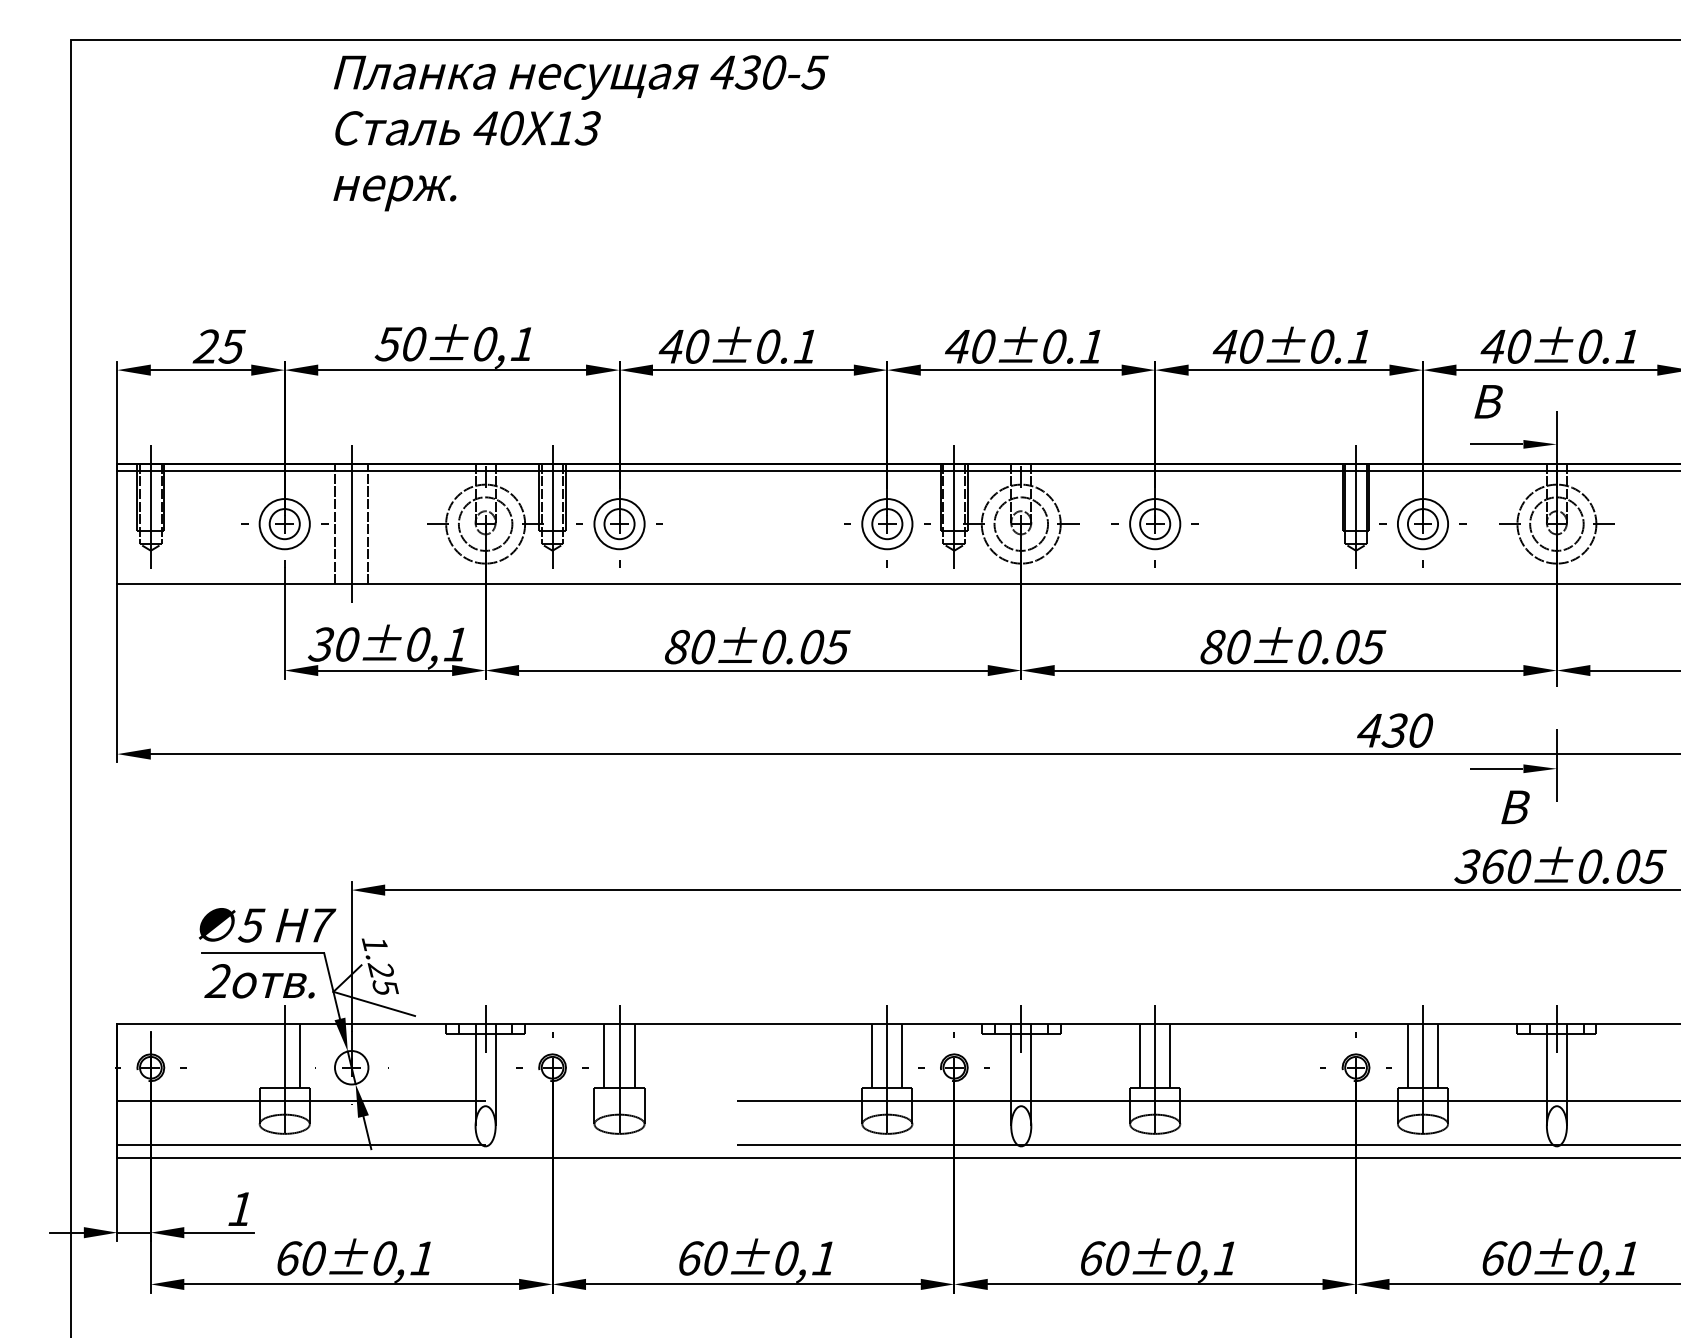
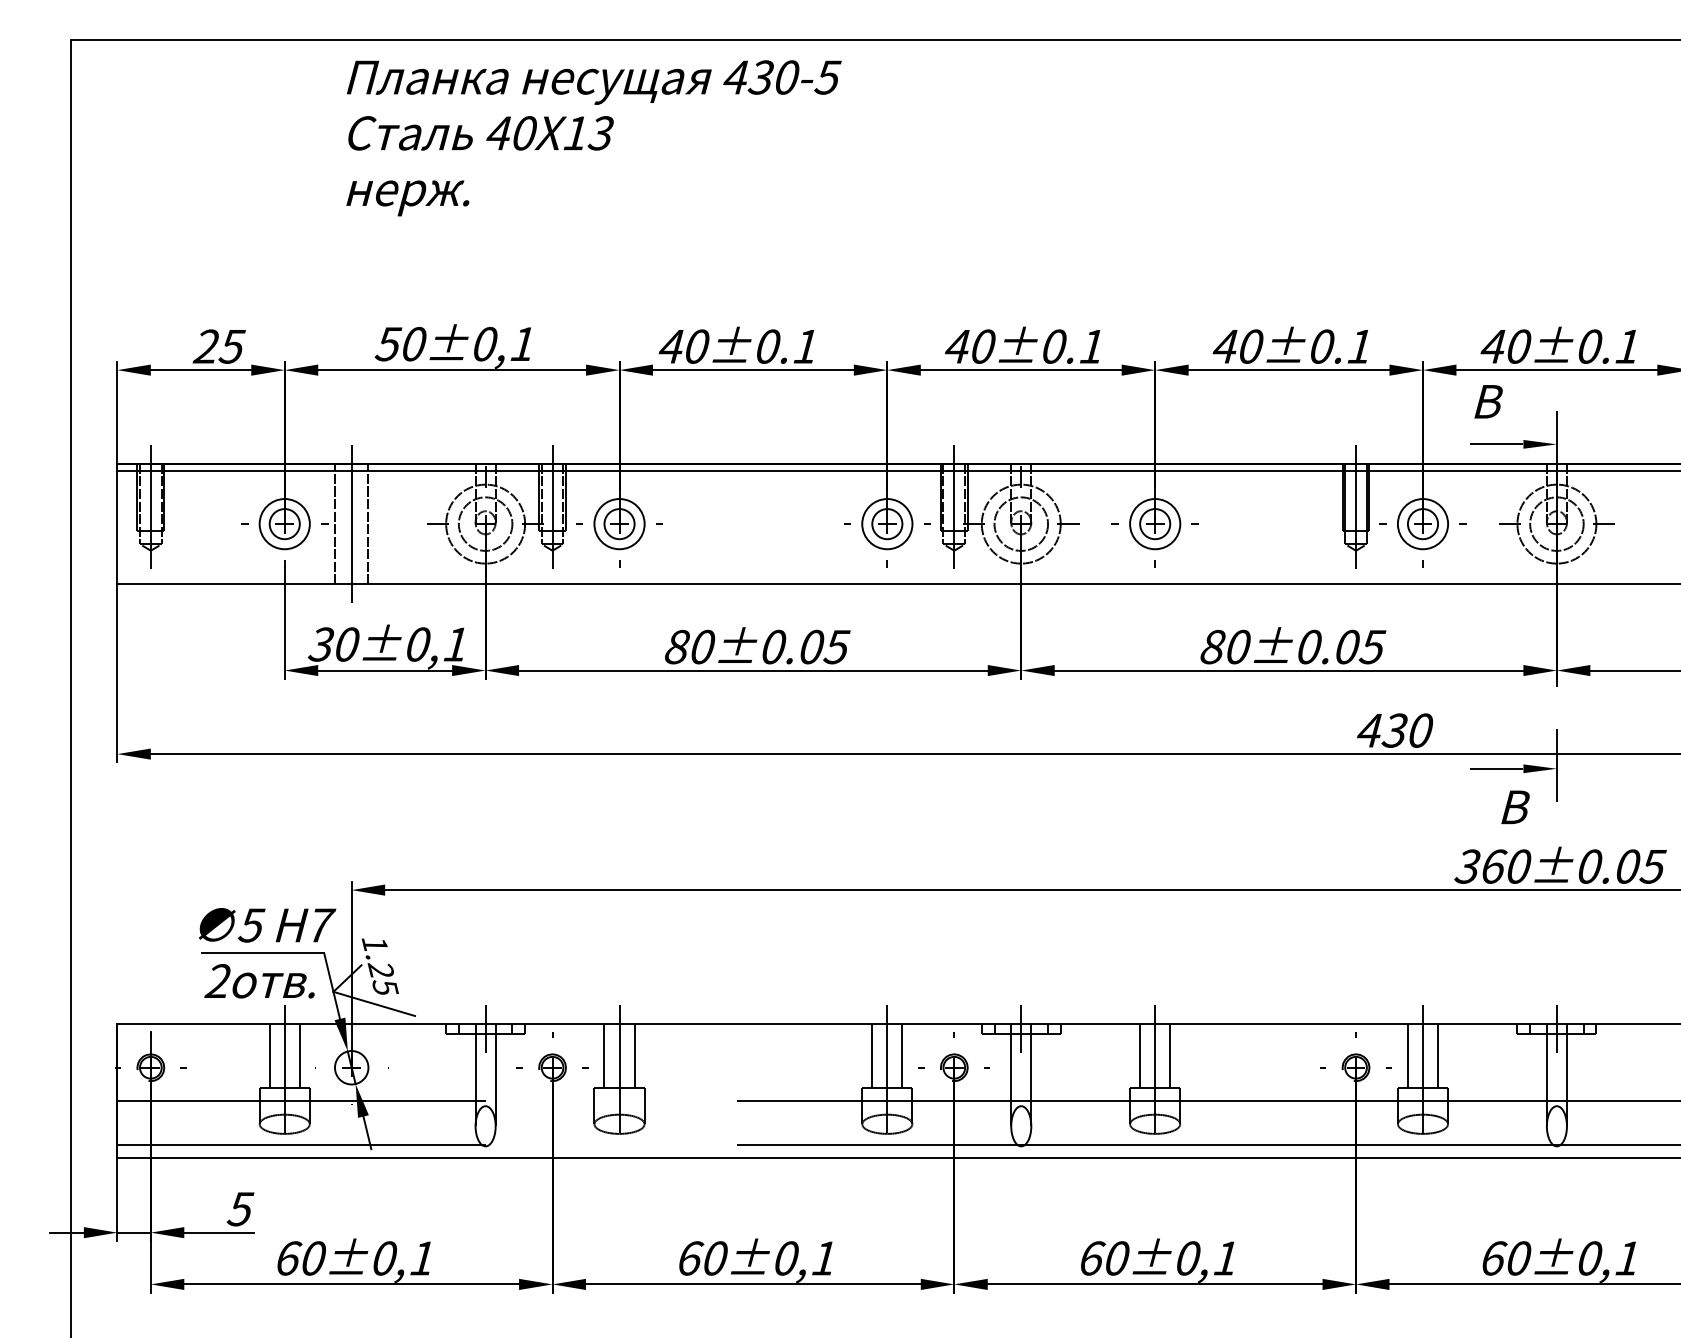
text at (580, 133) position: (580, 133) -> (593, 138)
line at (269, 1055): none -> present
text at (240, 1209): 1 -> 5
